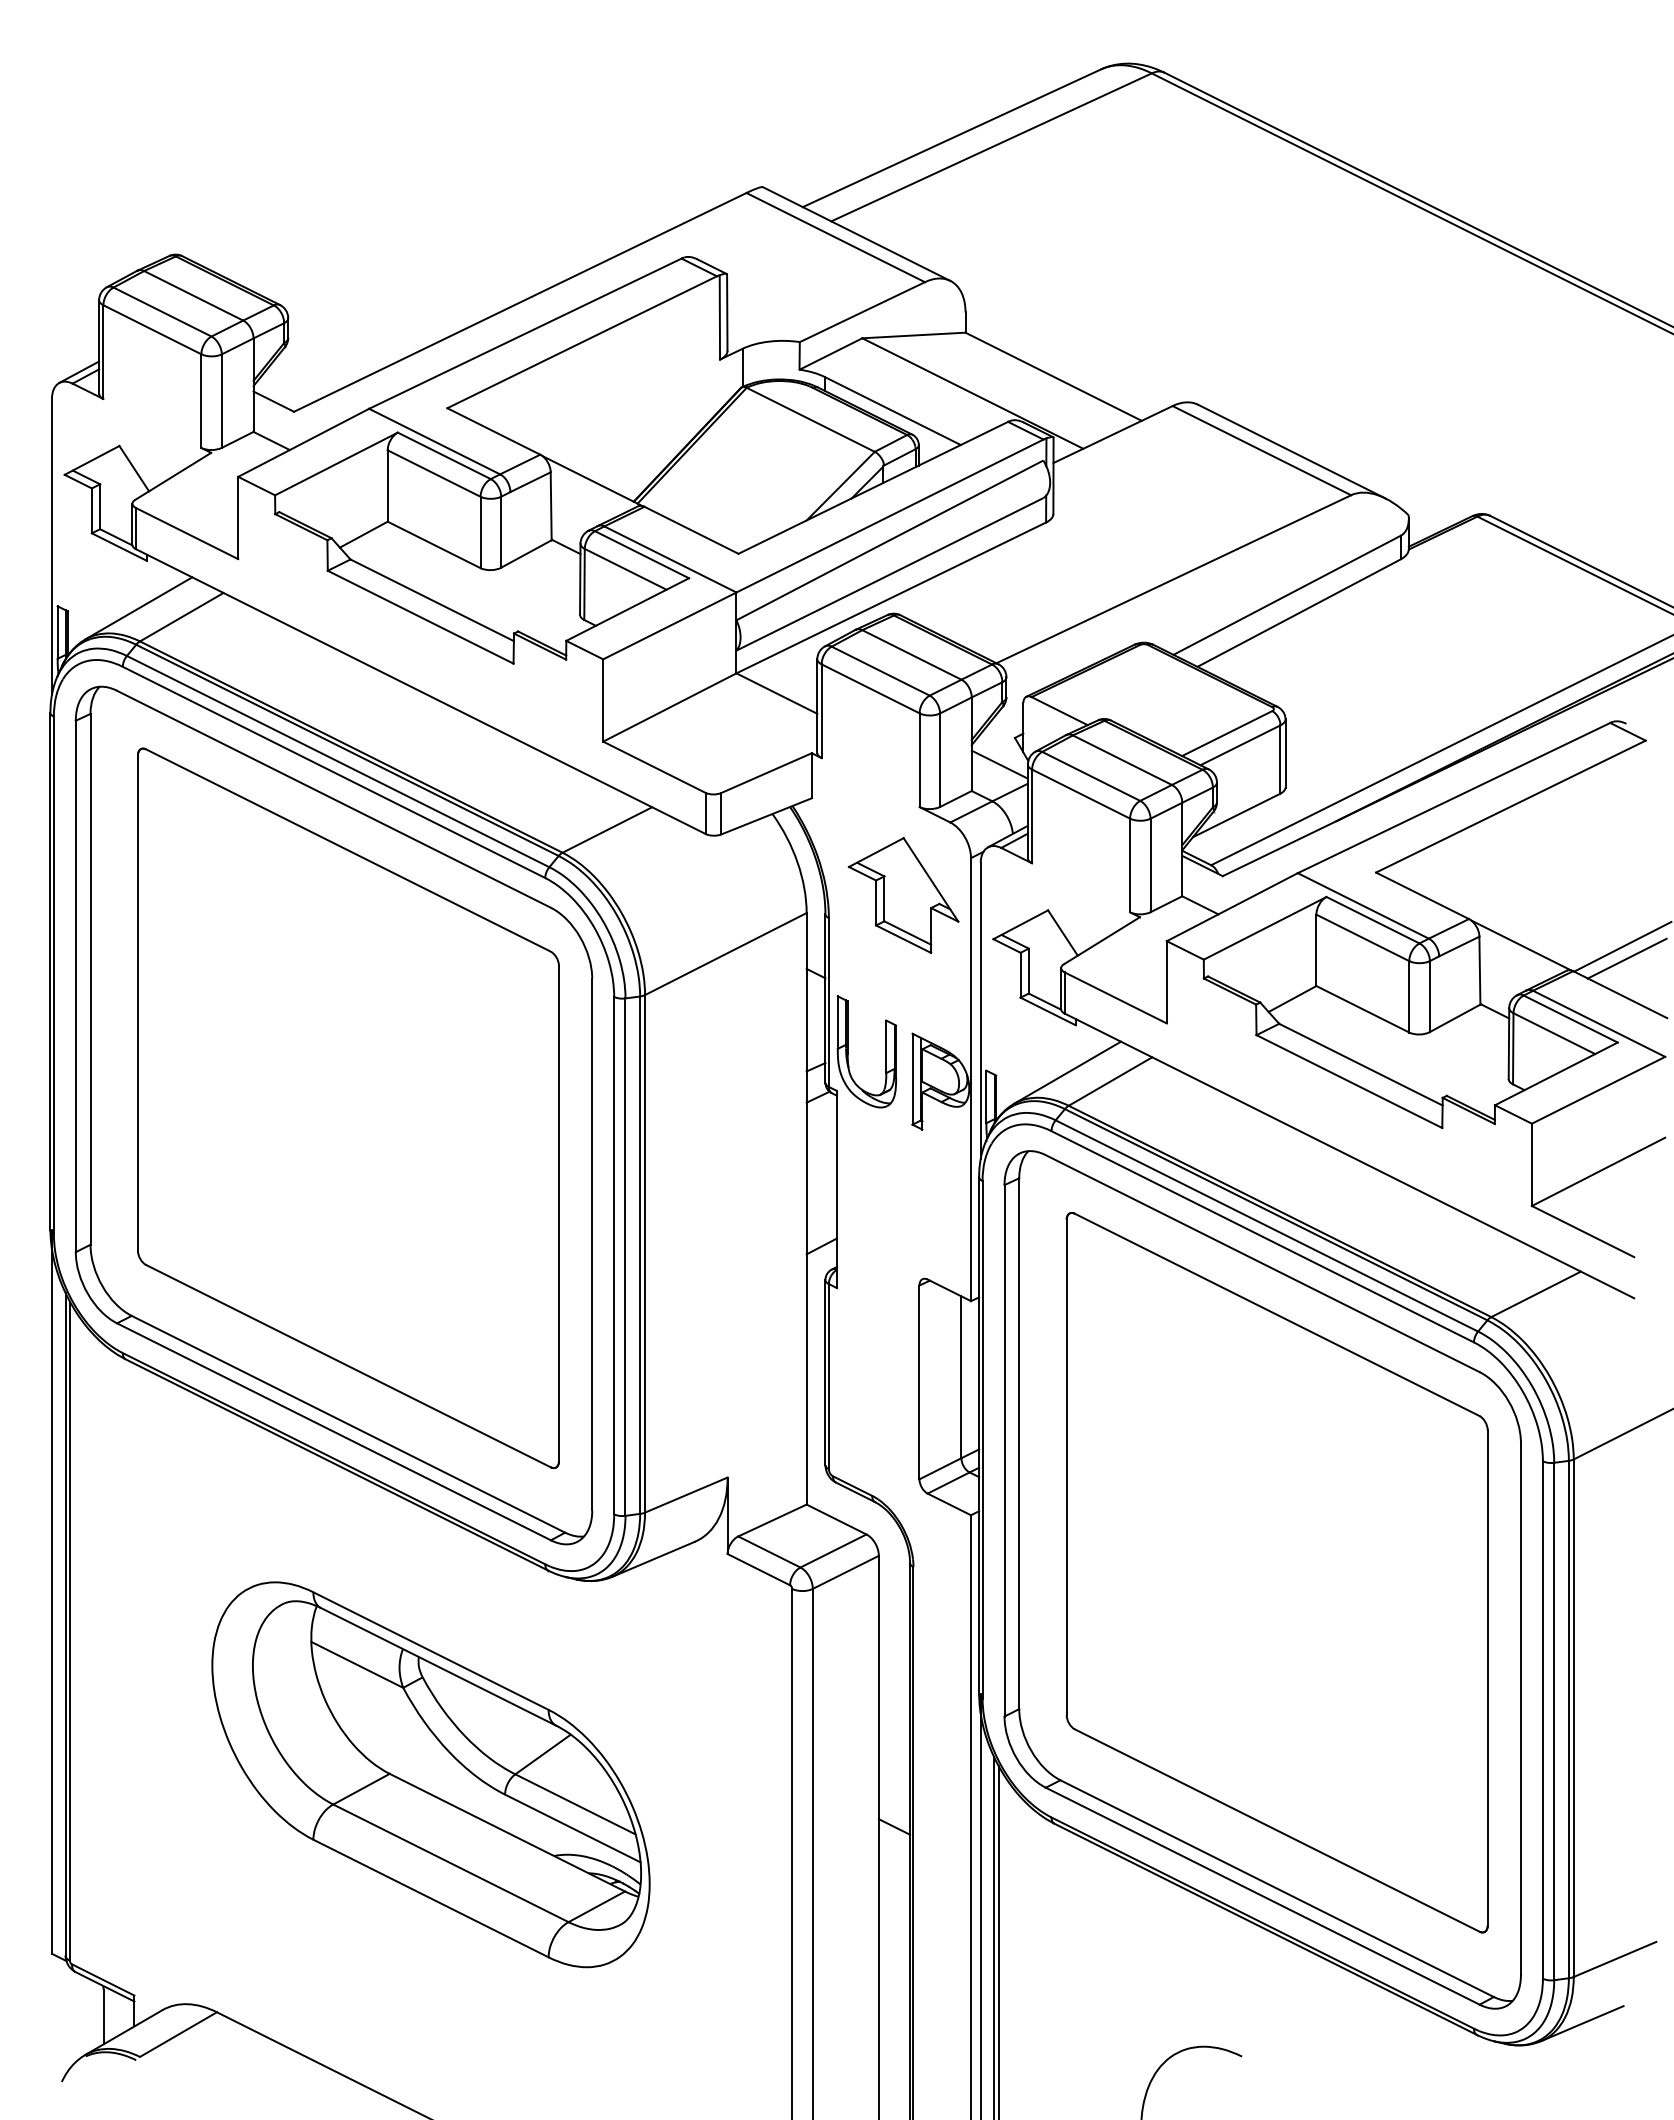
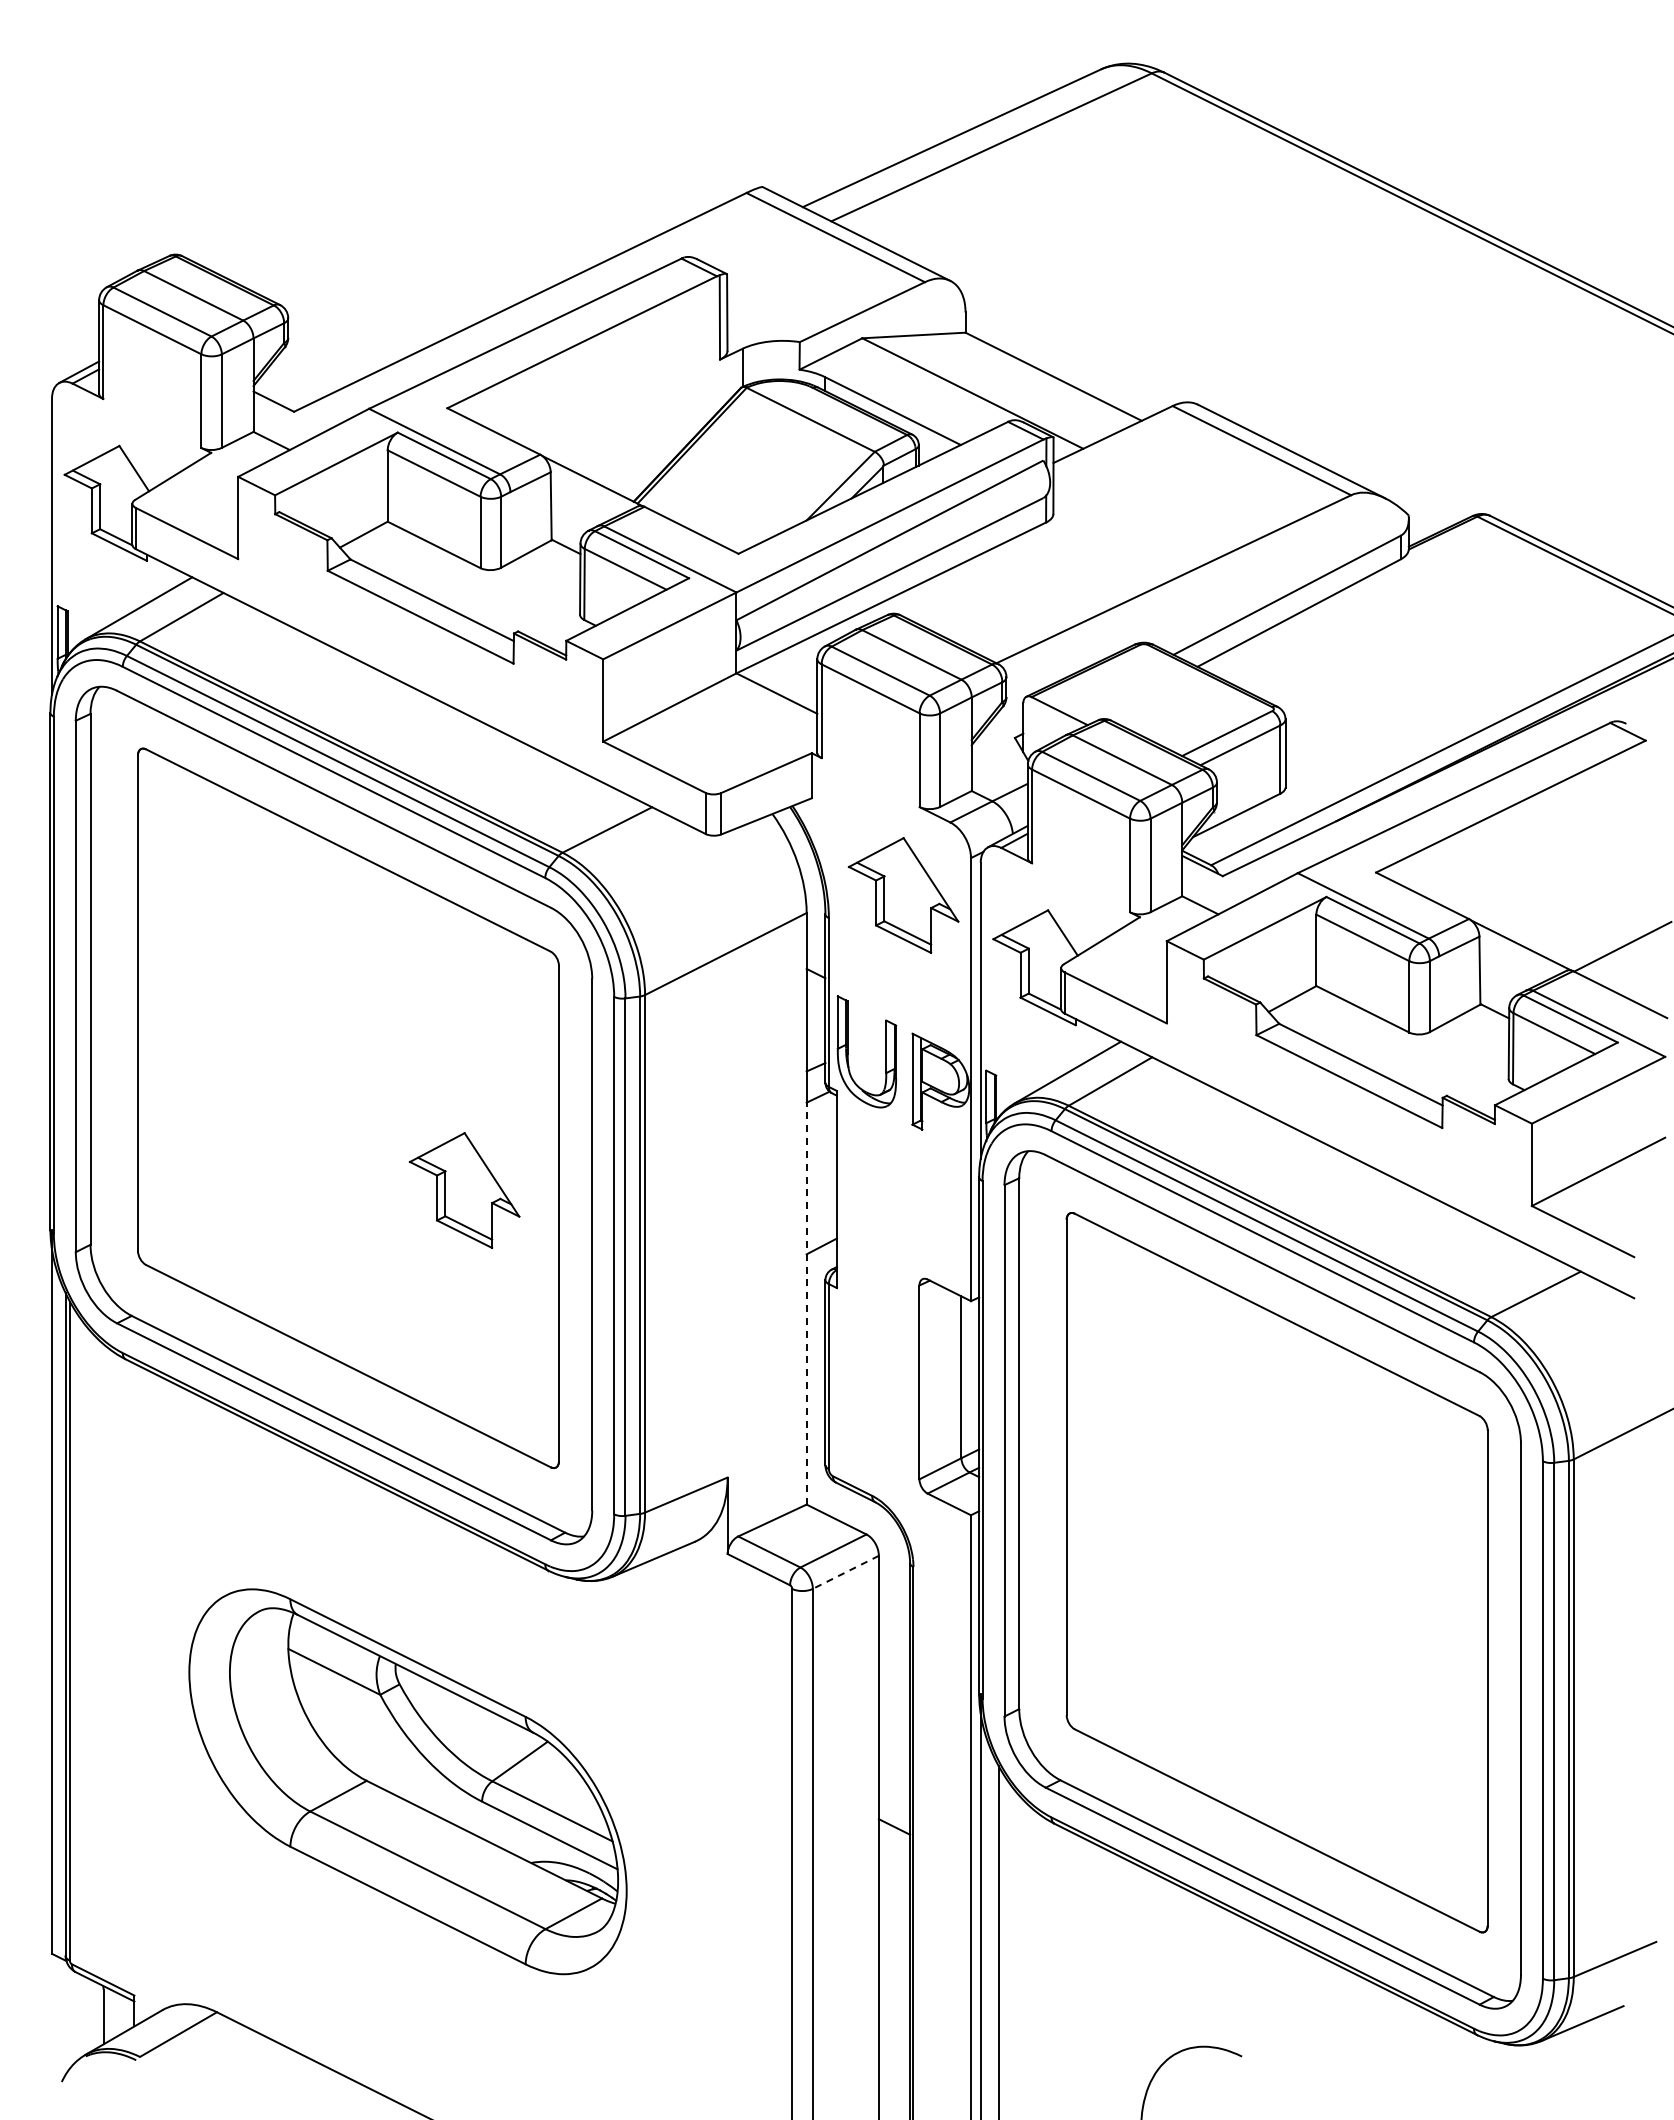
line at (999, 764): present -> none
line at (1626, 958): present -> none
part at (464, 1190): none -> present
line at (806, 1303): solid -> dashed
line at (845, 1572): solid -> dashed
part at (430, 1774) position: (430, 1774) -> (407, 1781)
line at (994, 1936): present -> none
